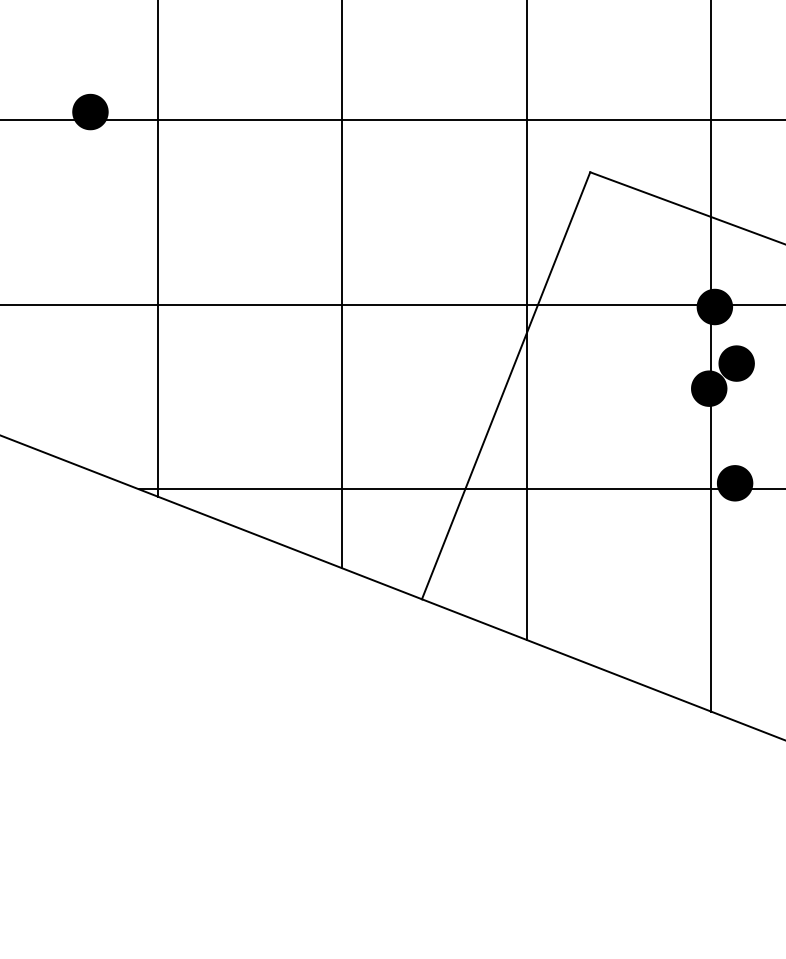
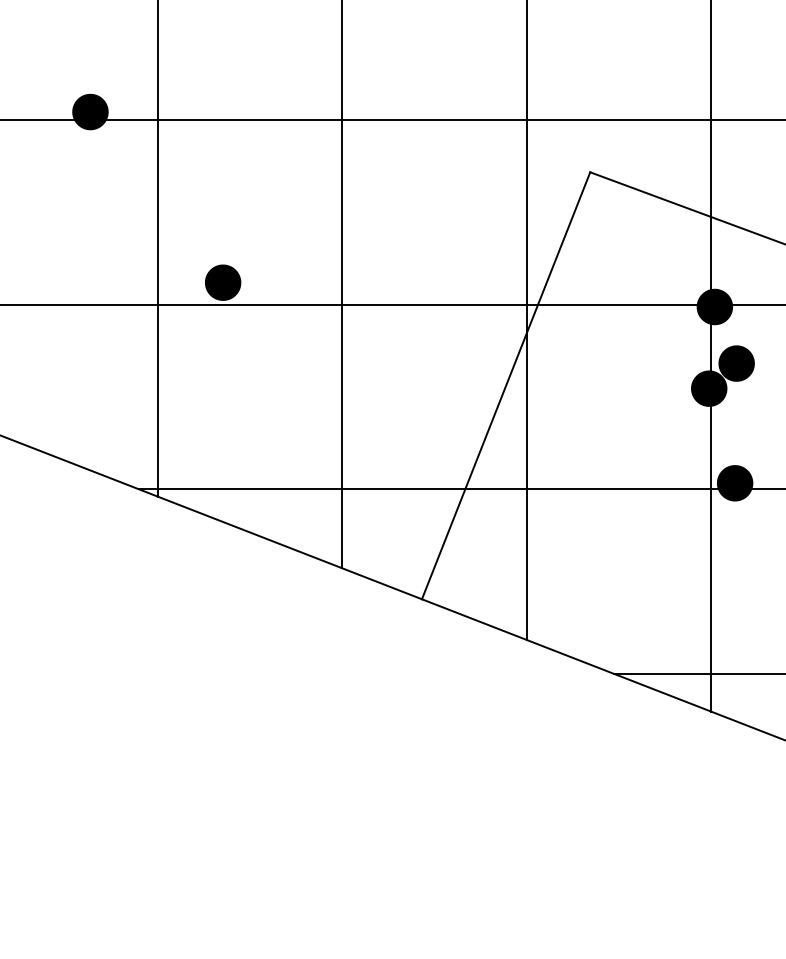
fill at (222, 282): none -> present
line at (698, 673): none -> present
